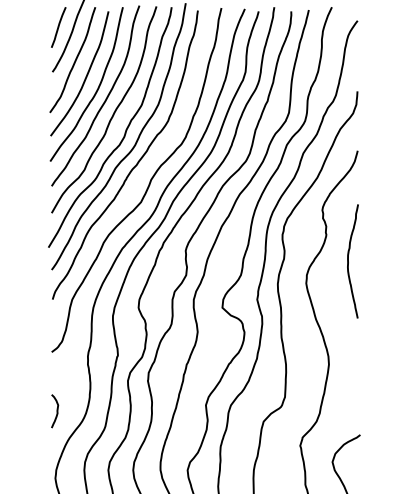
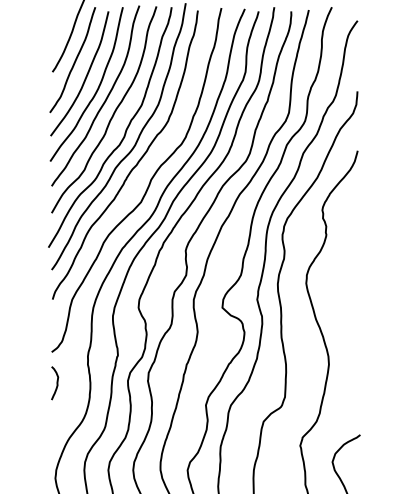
line at (58, 27): present -> none
curve at (348, 261): present -> none
curve at (56, 411) position: (56, 411) -> (56, 383)
